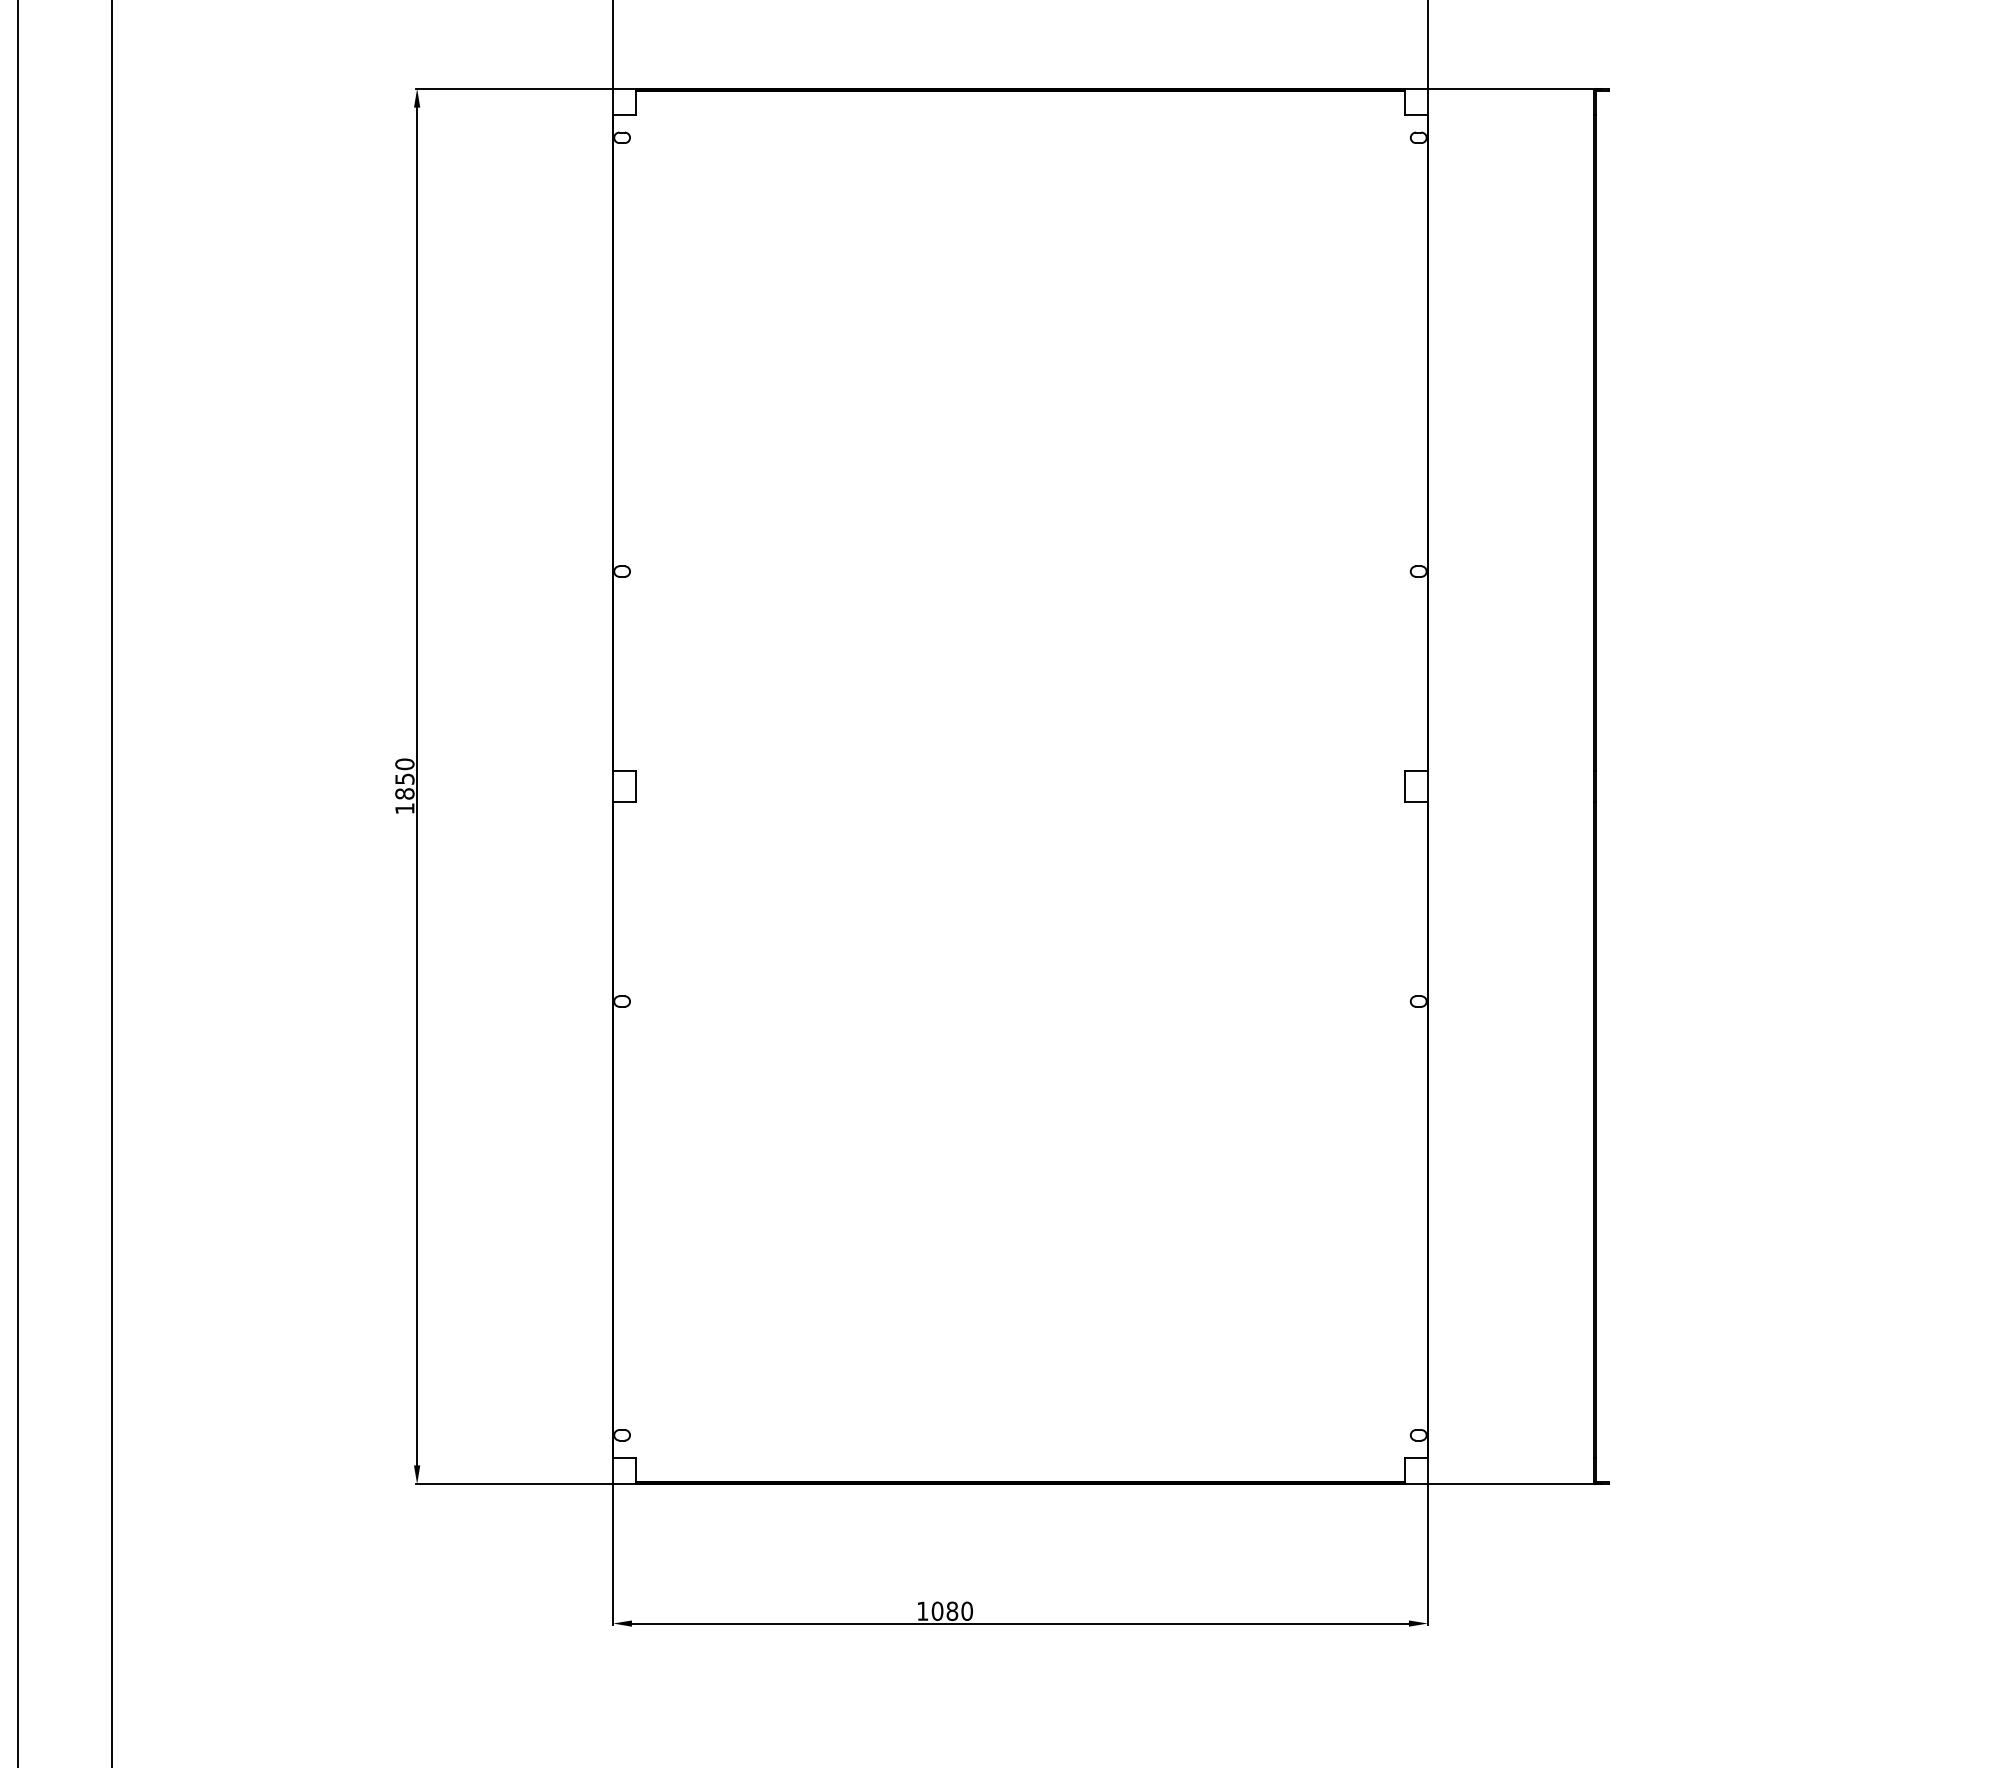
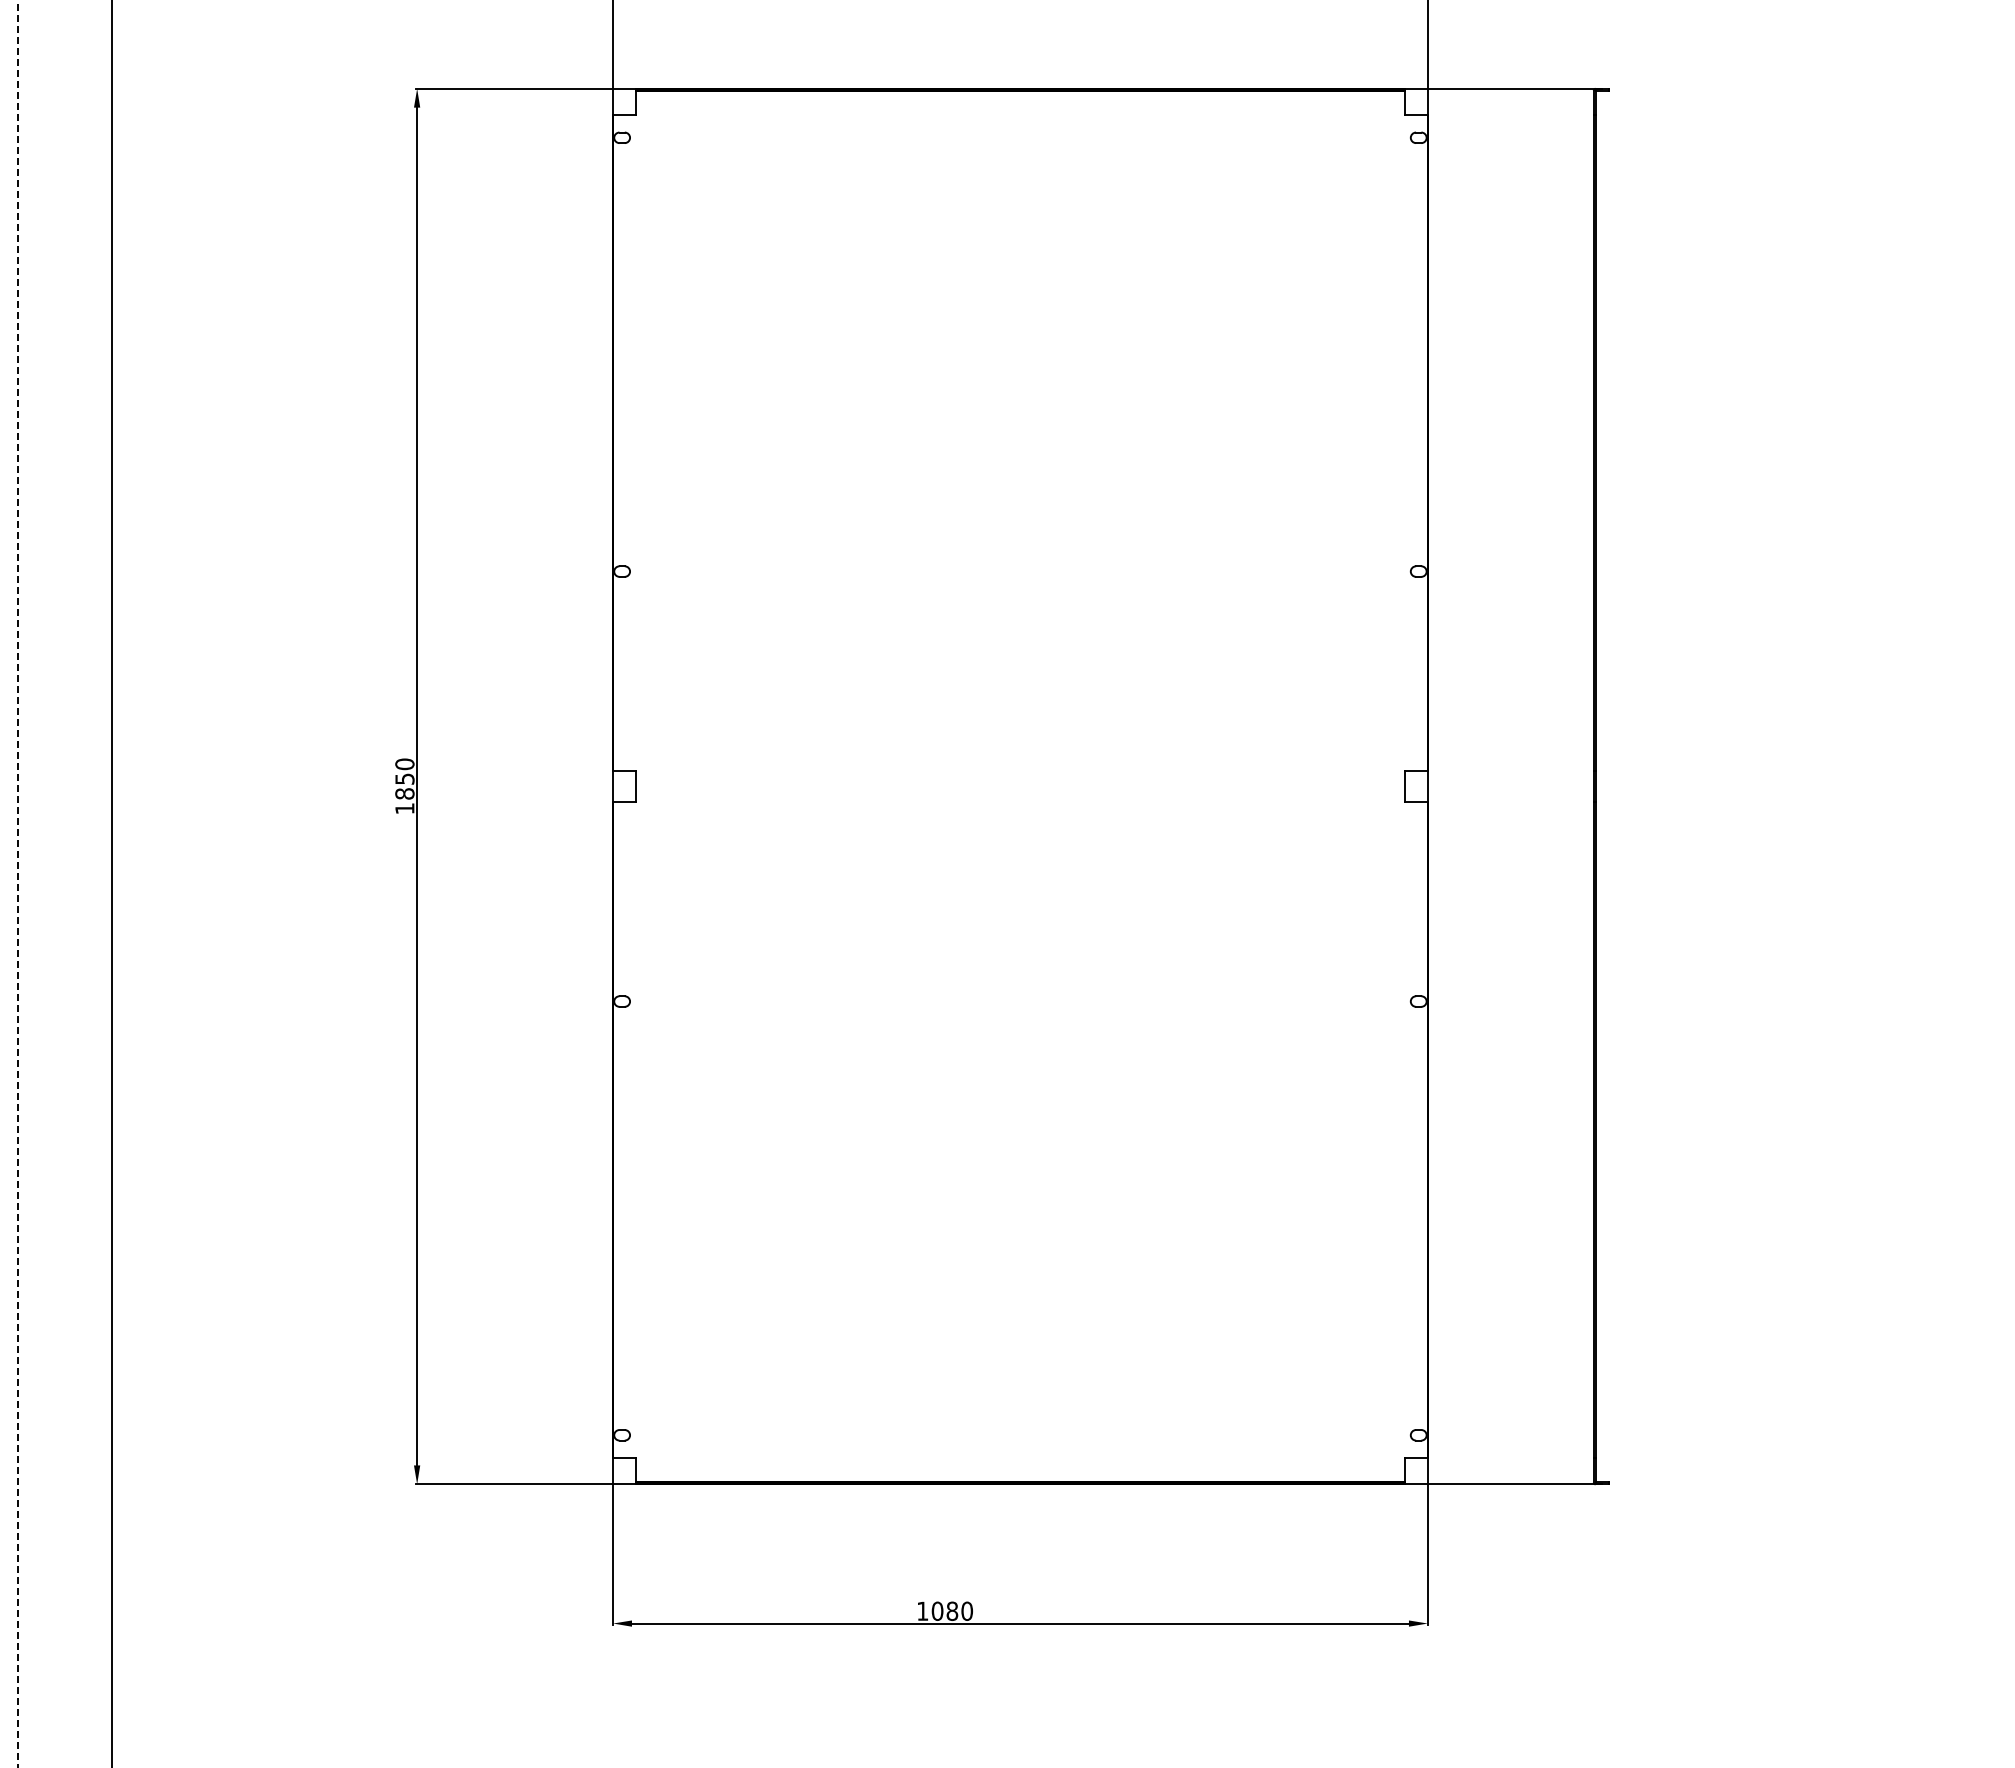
line at (17, 883): solid -> dashed
